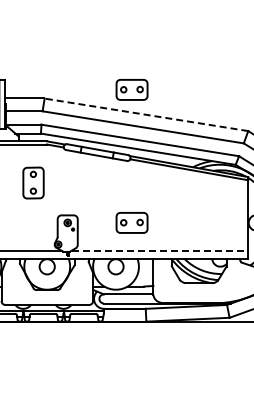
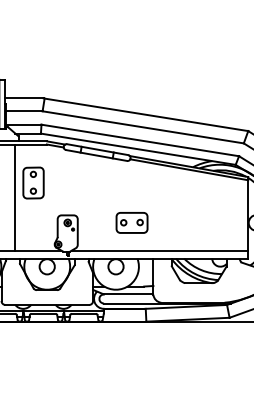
part at (131, 89): present -> none
line at (146, 114): dashed -> solid
line at (15, 197): none -> present
line at (160, 250): dashed -> solid
